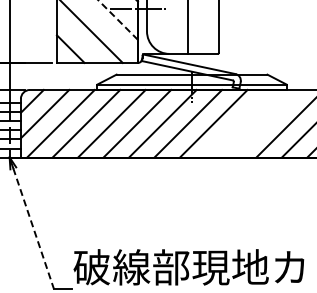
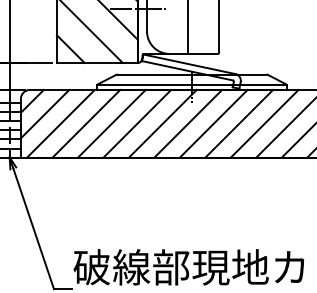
line at (118, 20): dashed -> solid
line at (239, 123): none -> present
line at (264, 123): none -> present
line at (33, 228): dashed -> solid
